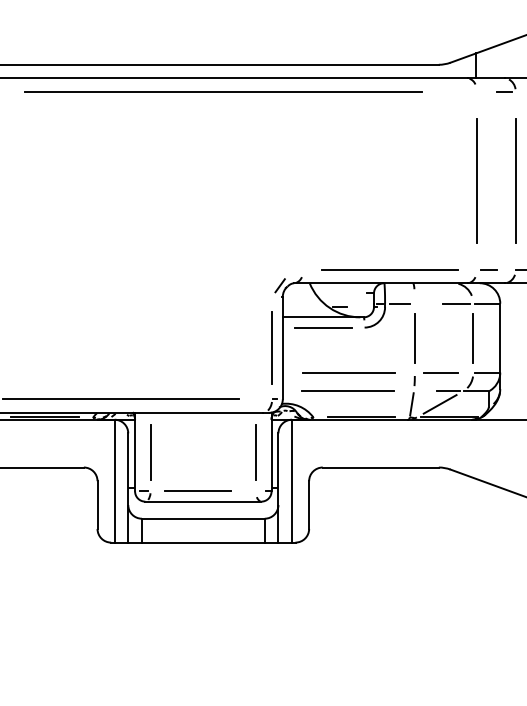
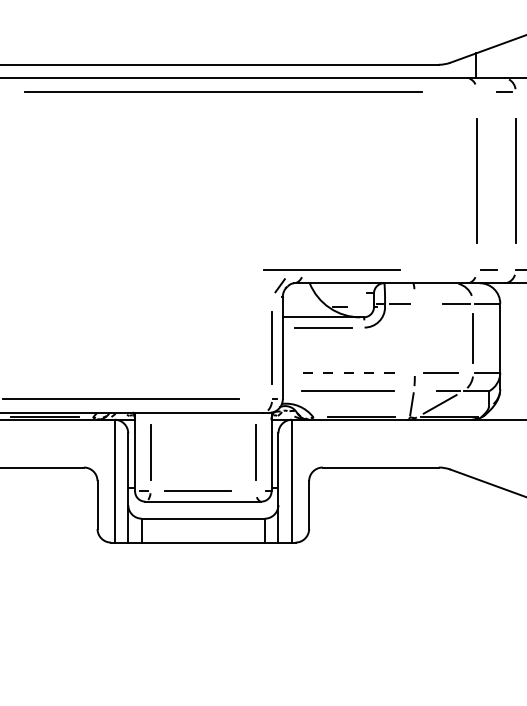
line at (389, 269) position: (389, 269) -> (331, 269)
line at (414, 338): present -> none
line at (349, 373): solid -> dashed
